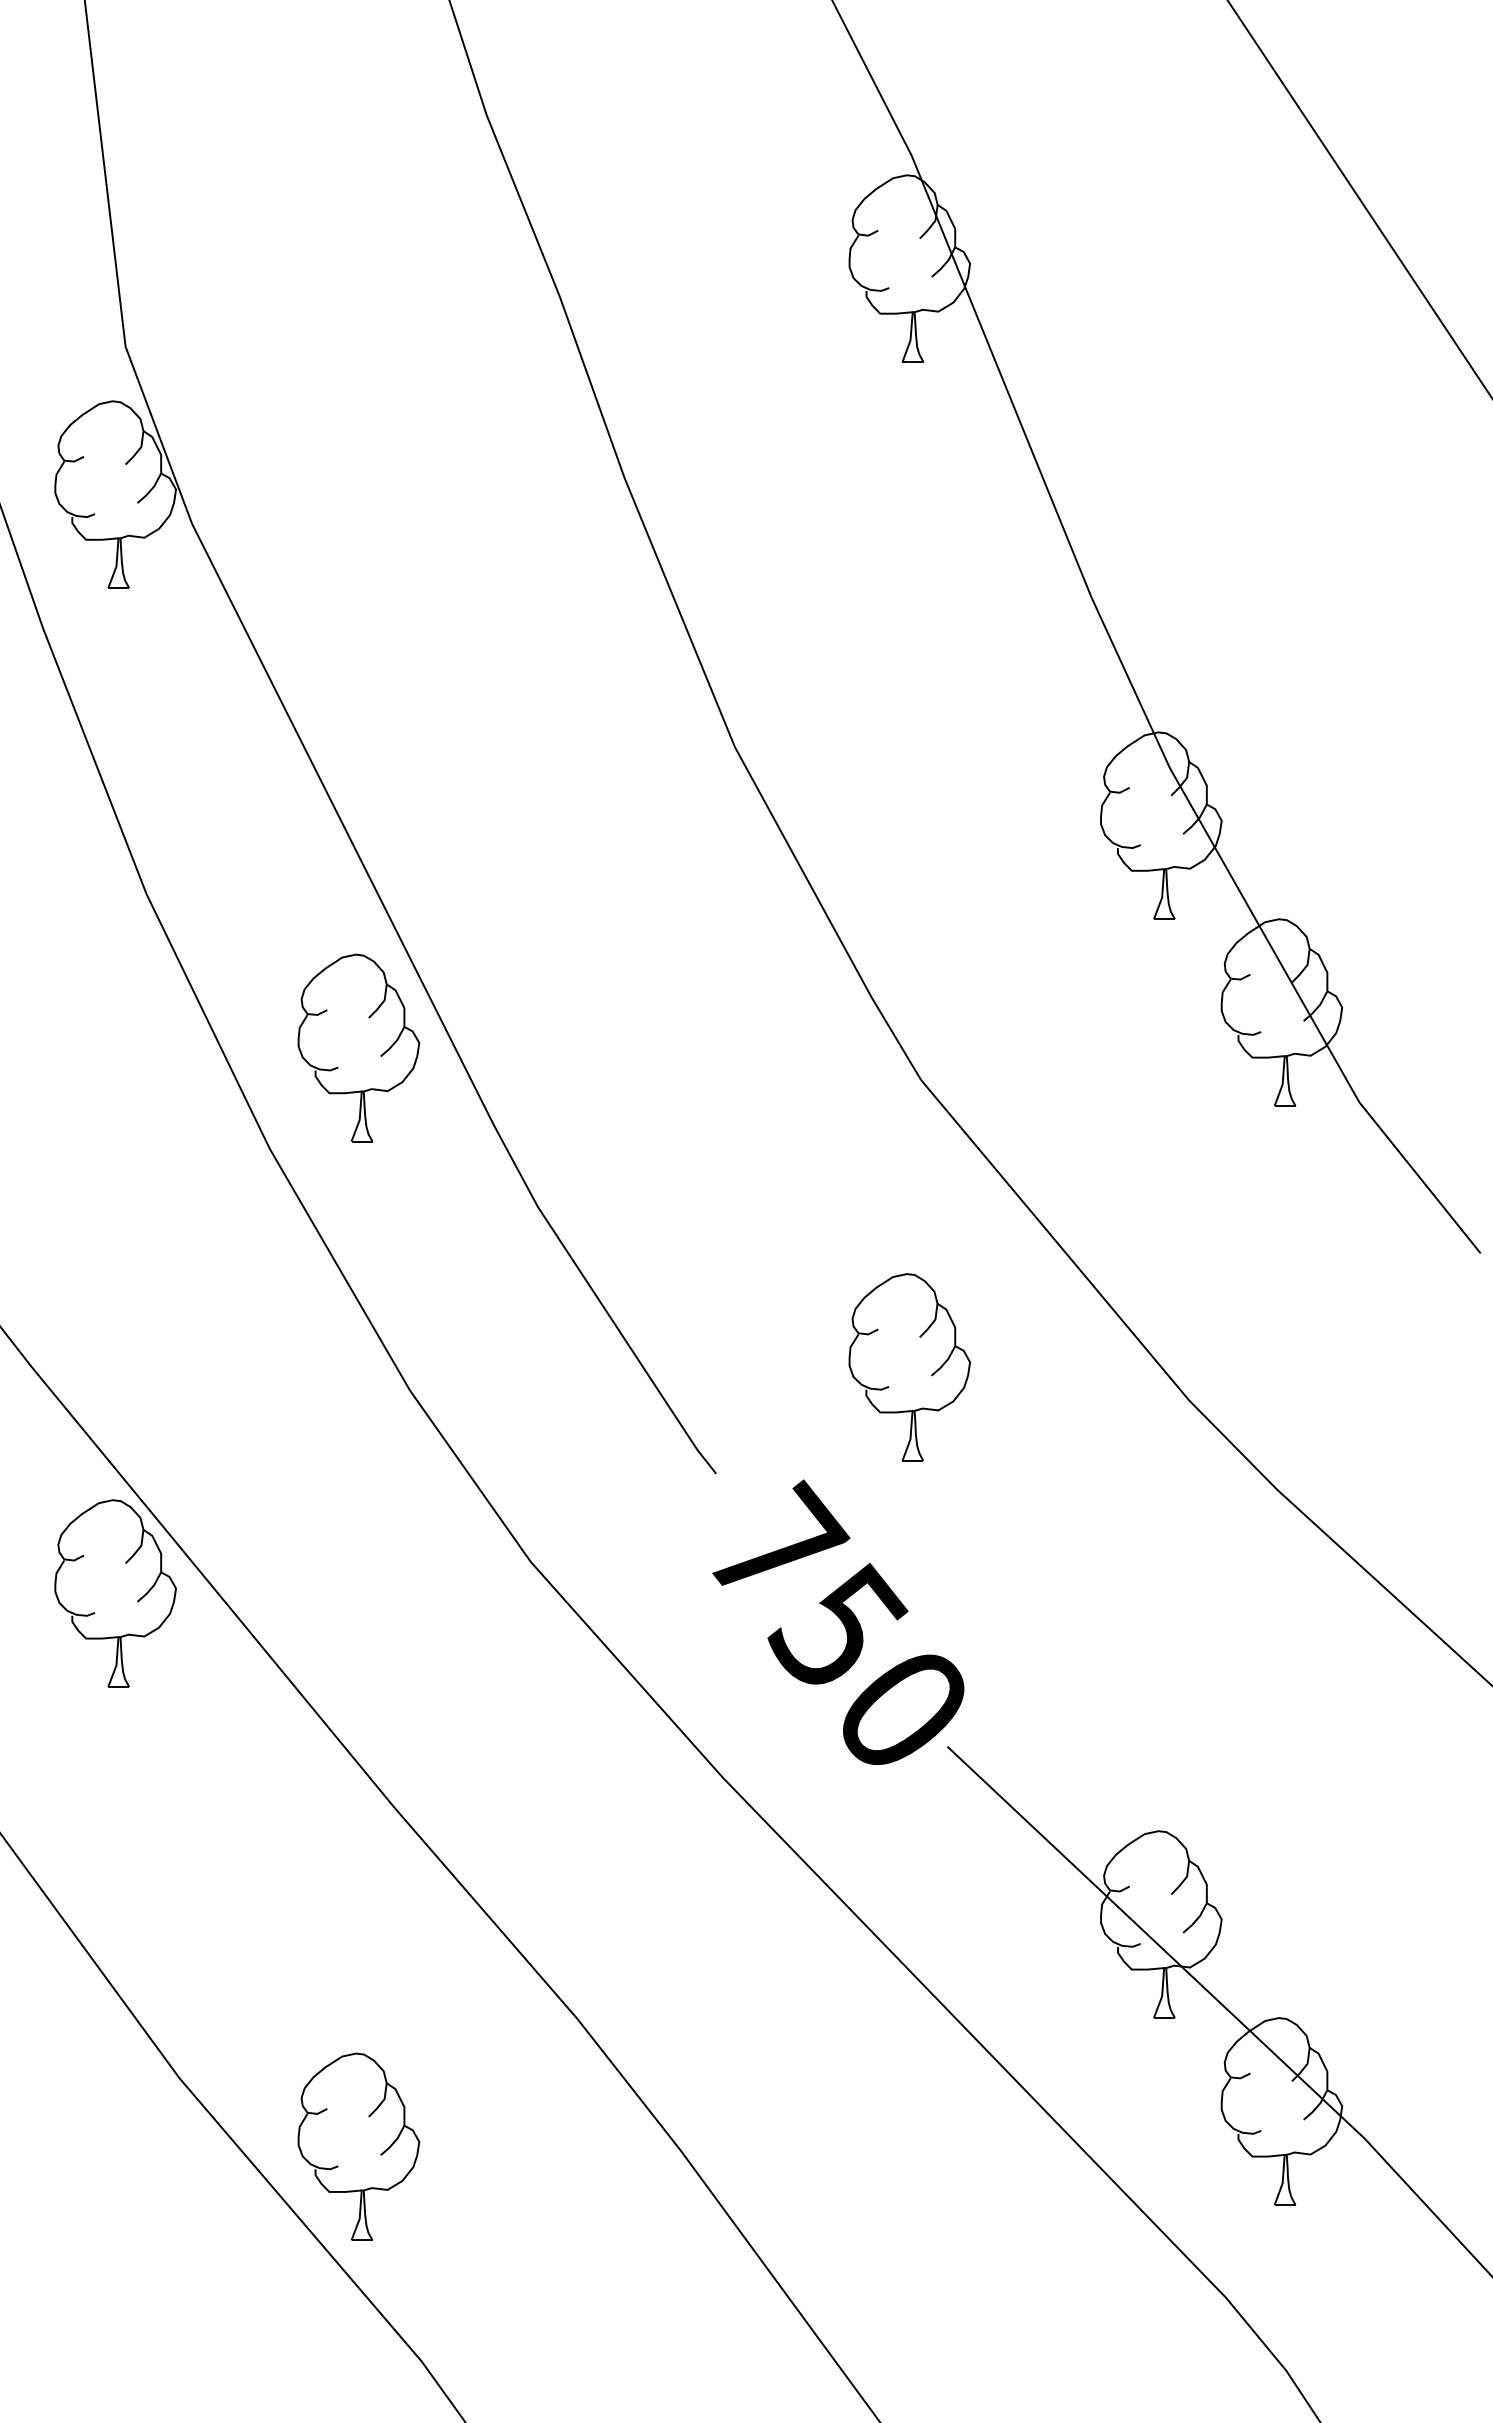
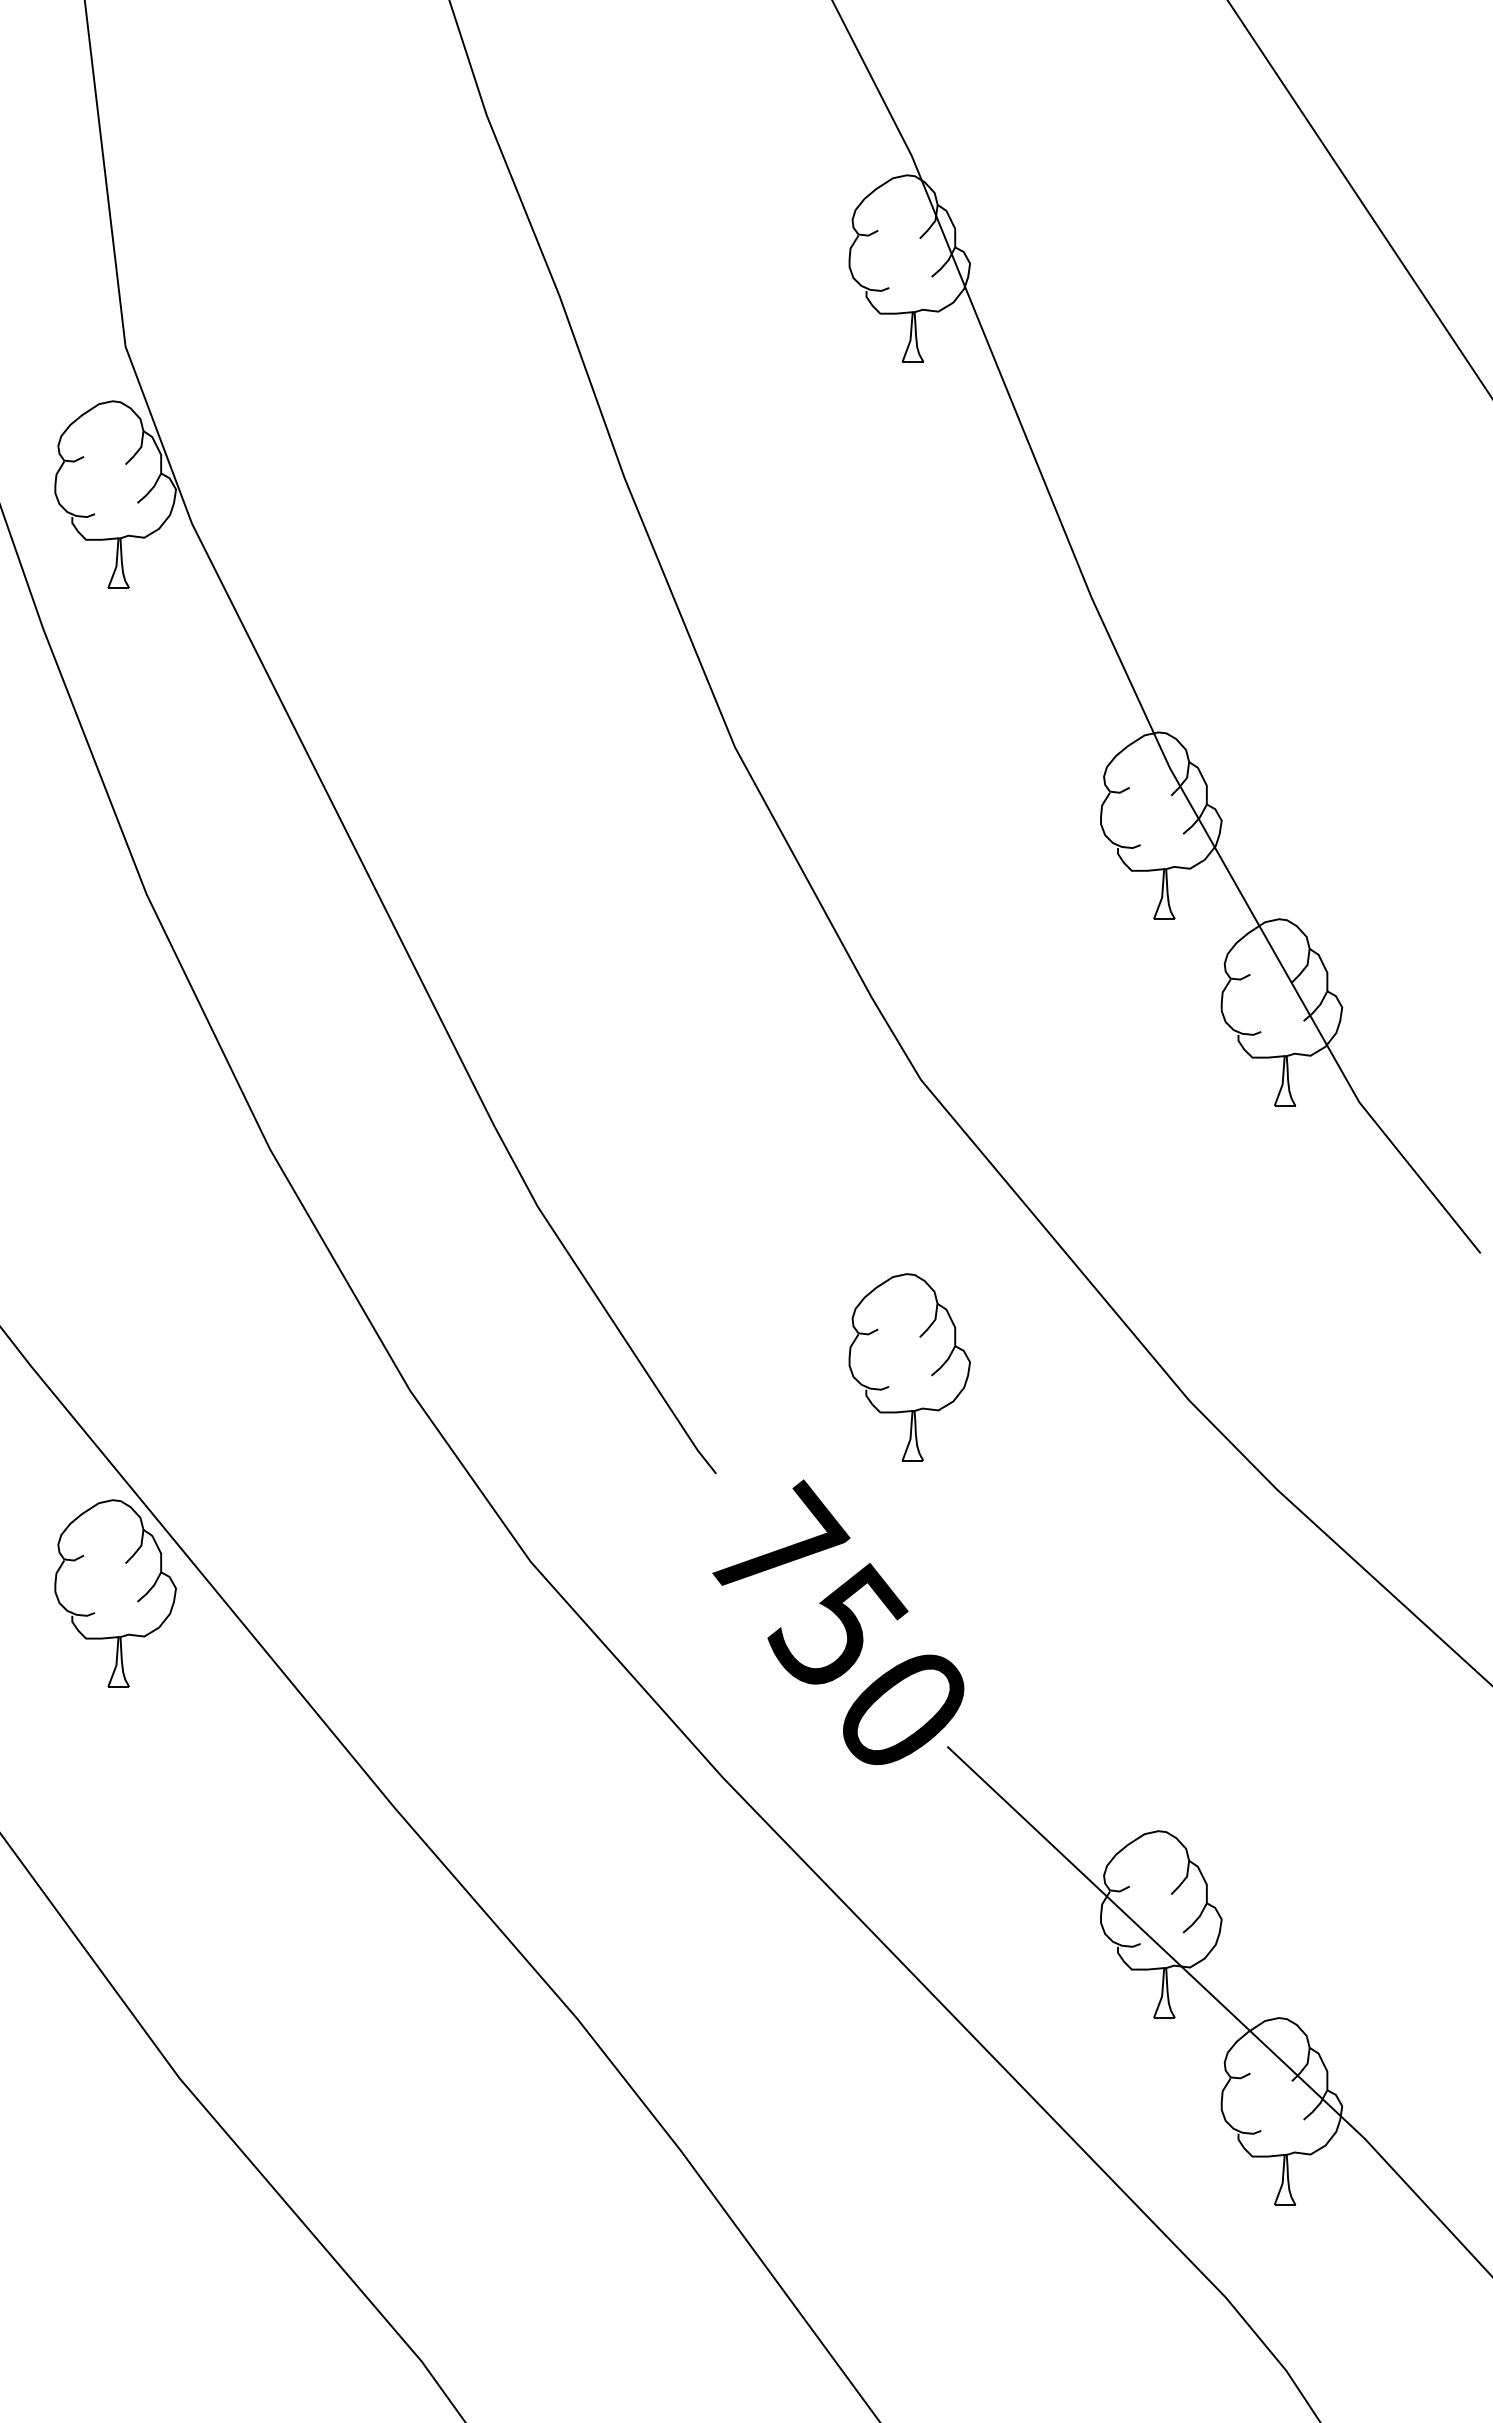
part at (358, 1047): present -> none
part at (358, 2146): present -> none
